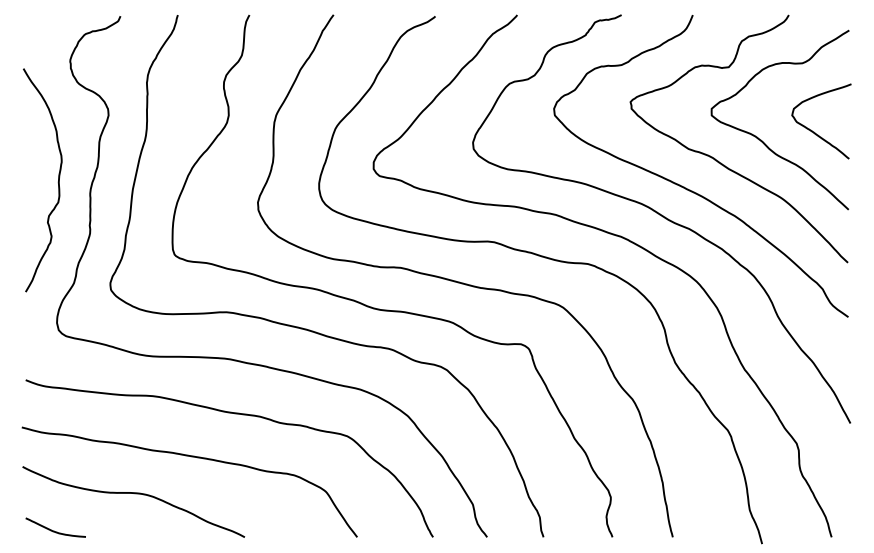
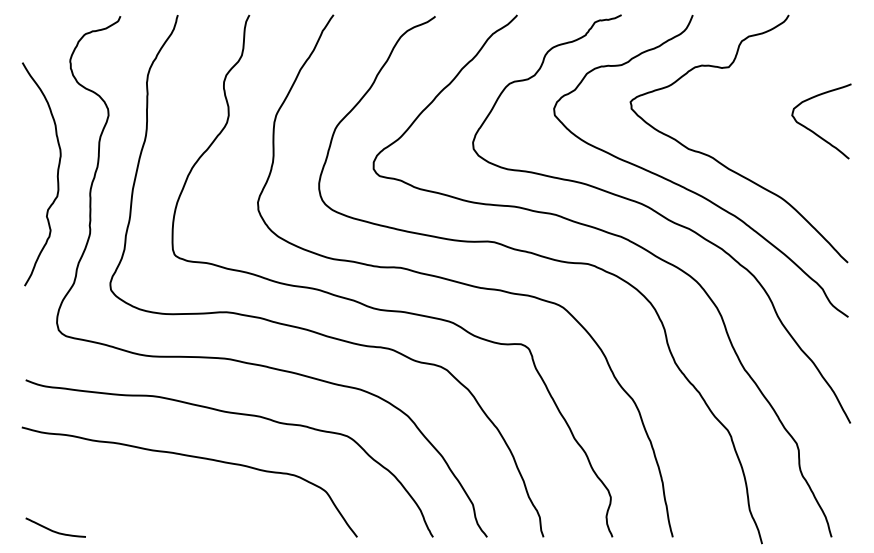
curve at (761, 139): present -> none
curve at (57, 182) position: (57, 182) -> (56, 176)
curve at (134, 494): present -> none
